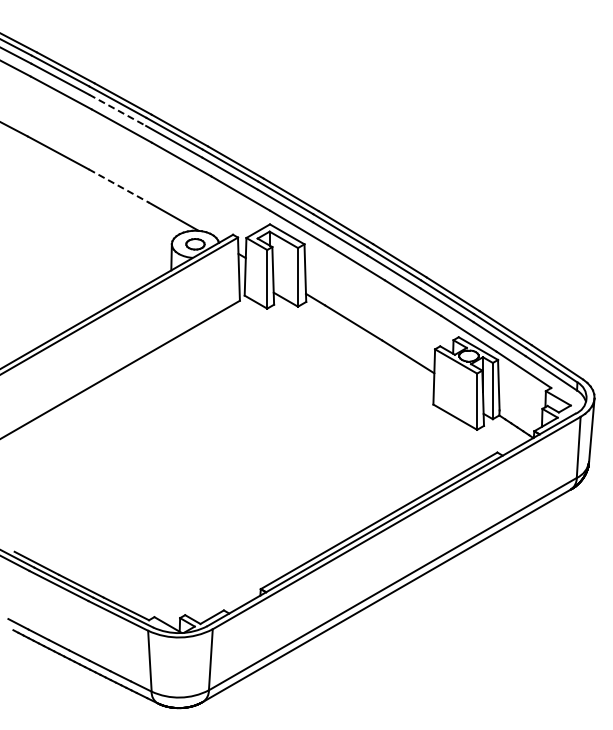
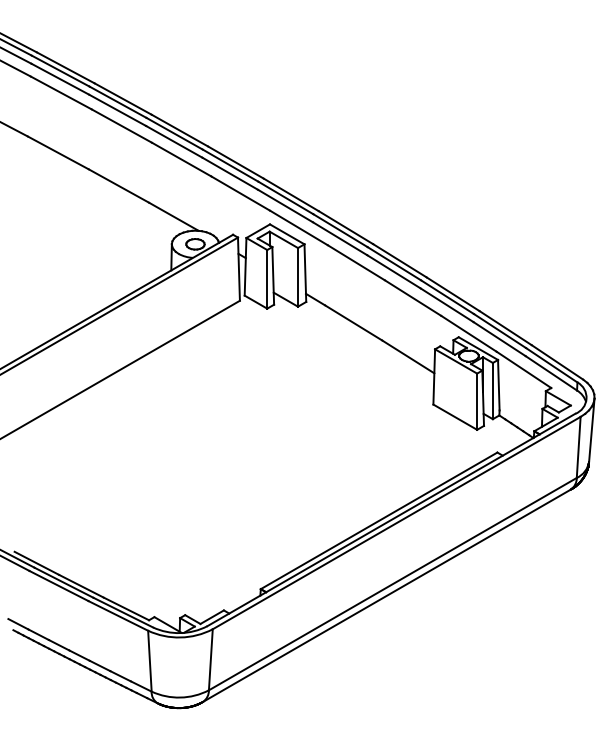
line at (117, 110): dashed -> solid
line at (119, 186): dashed -> solid
